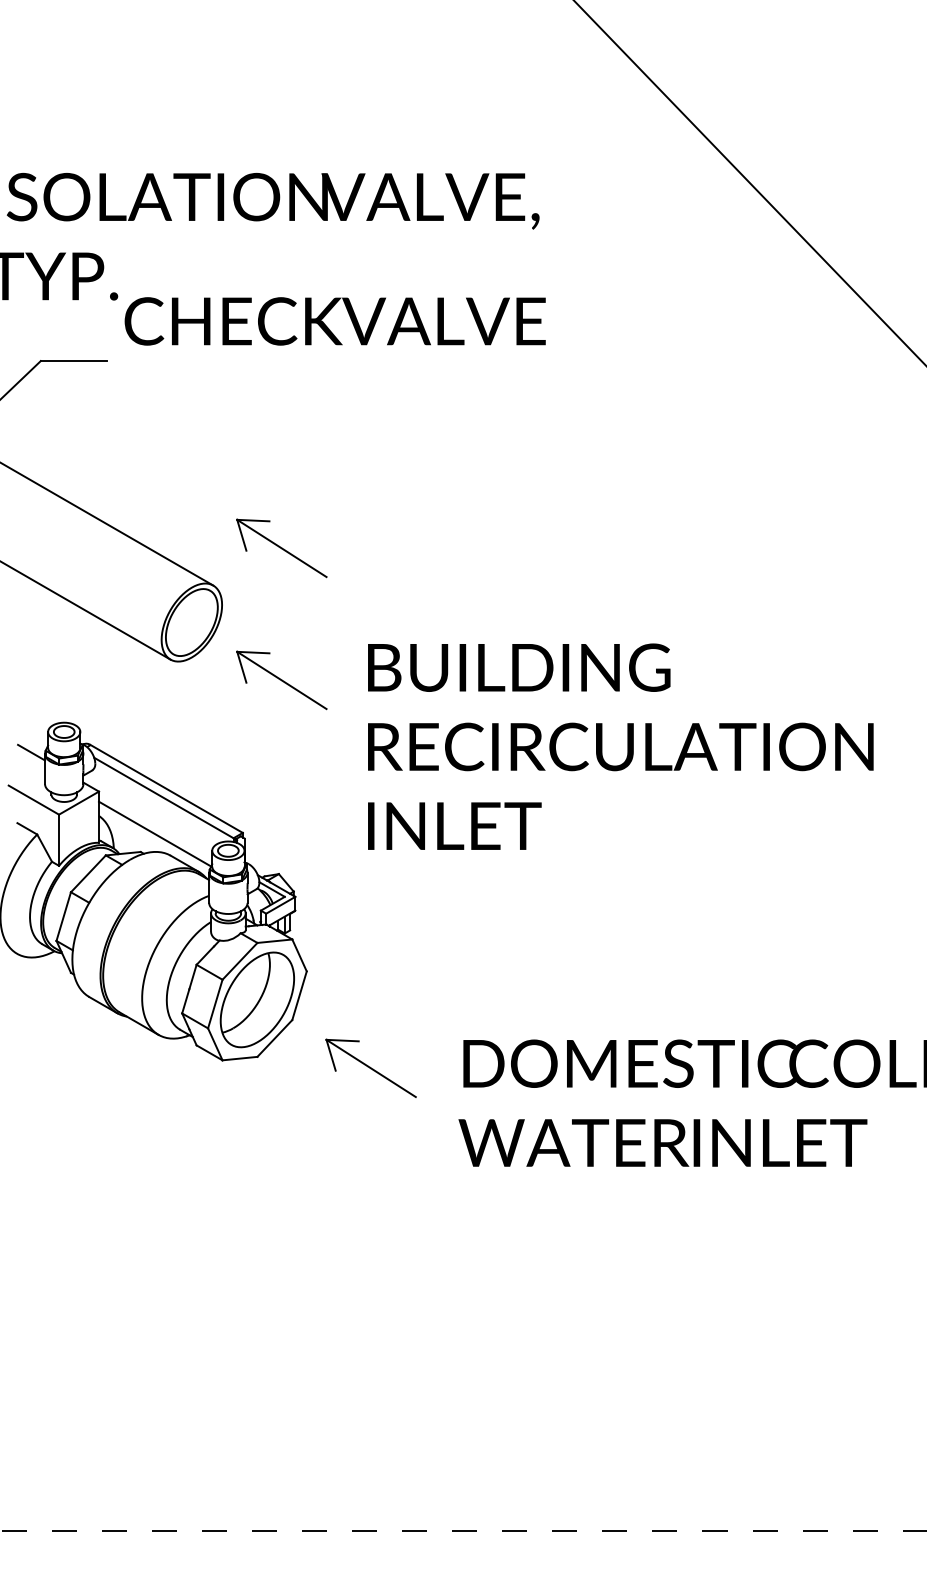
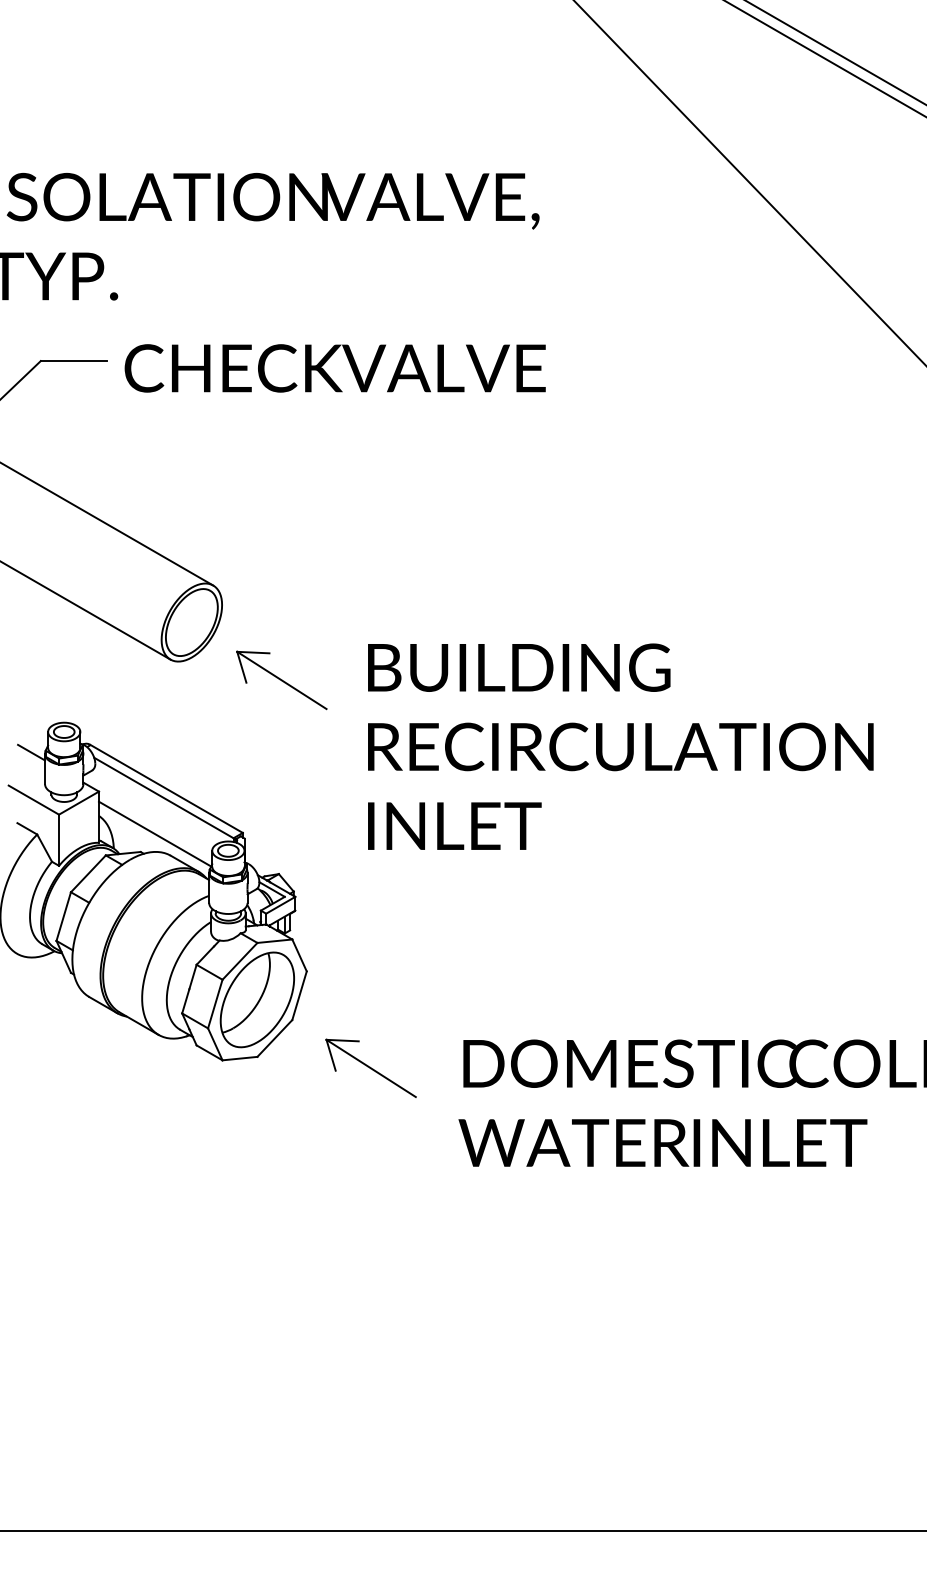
line at (835, 52): none -> present
line at (824, 58): none -> present
text at (334, 321) position: (334, 321) -> (334, 368)
part at (281, 548): present -> none
line at (463, 1530): dashed -> solid
